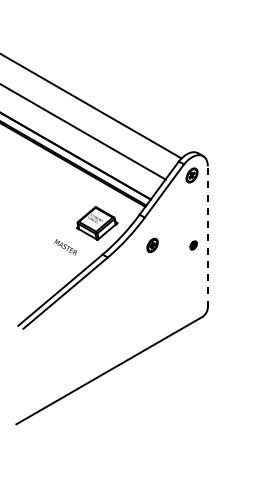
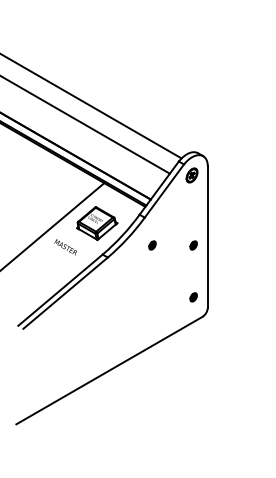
line at (83, 132) position: (83, 132) -> (85, 125)
line at (53, 226): none -> present
line at (207, 237): dashed -> solid
part at (152, 245) size: 13x17 px -> 9x11 px
part at (193, 297): none -> present
